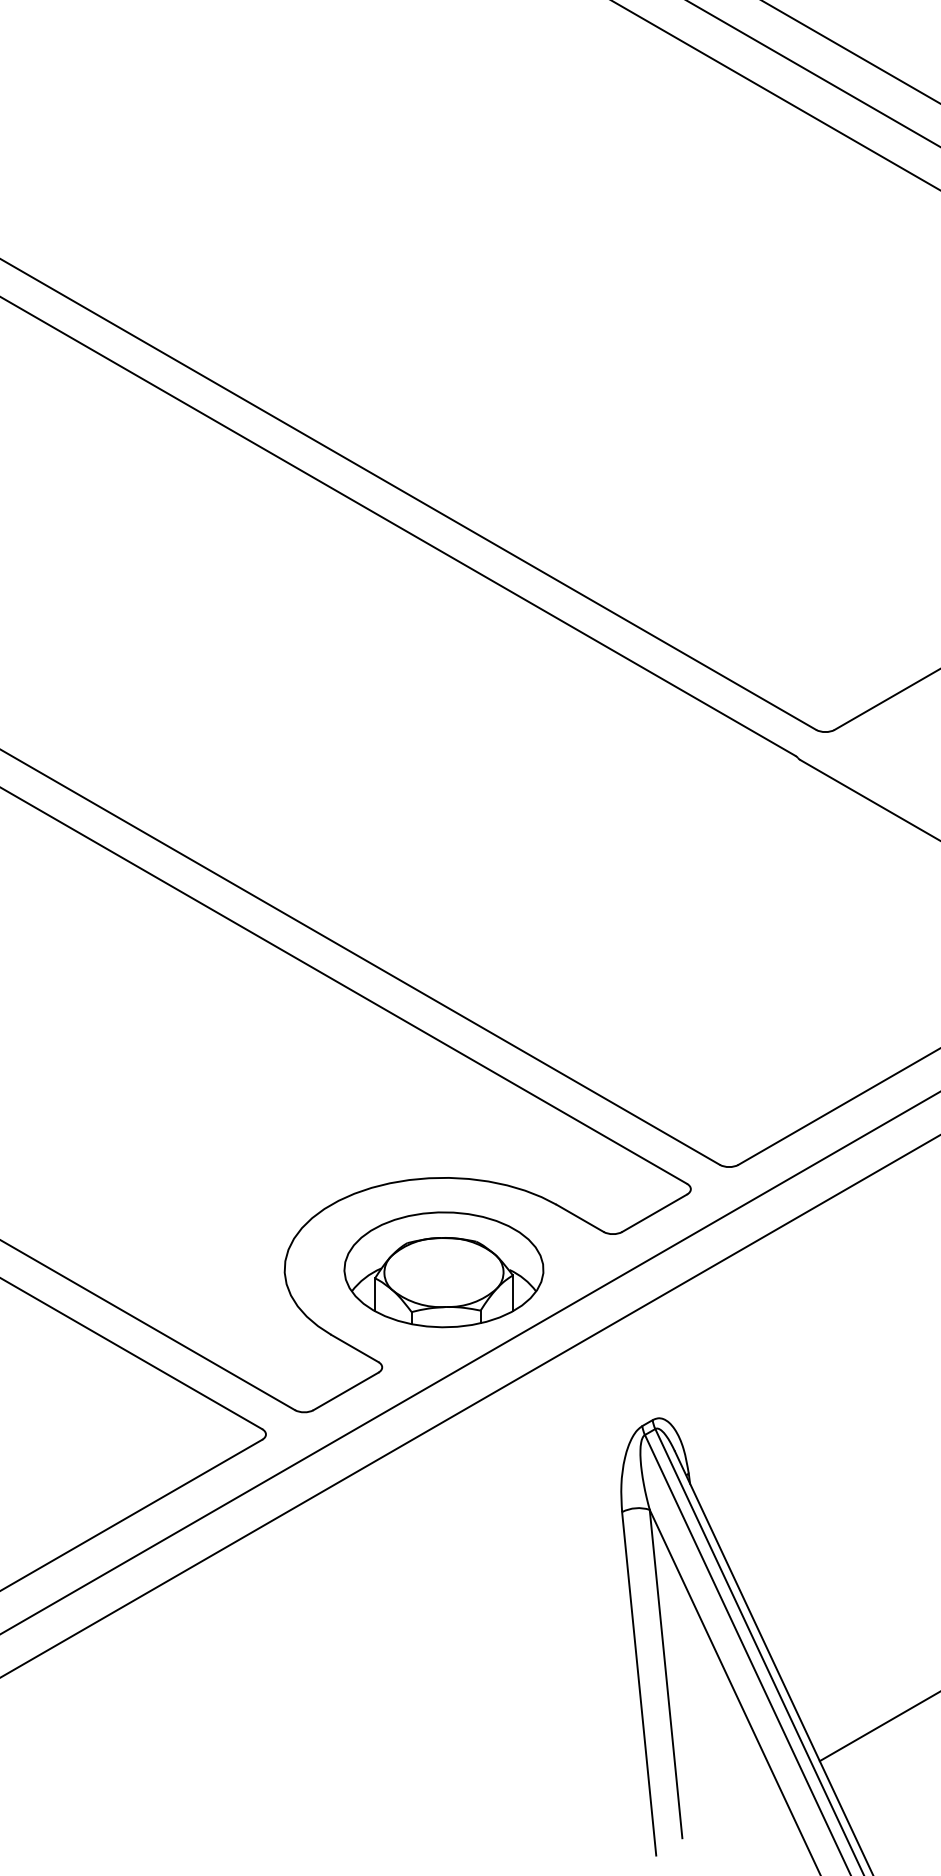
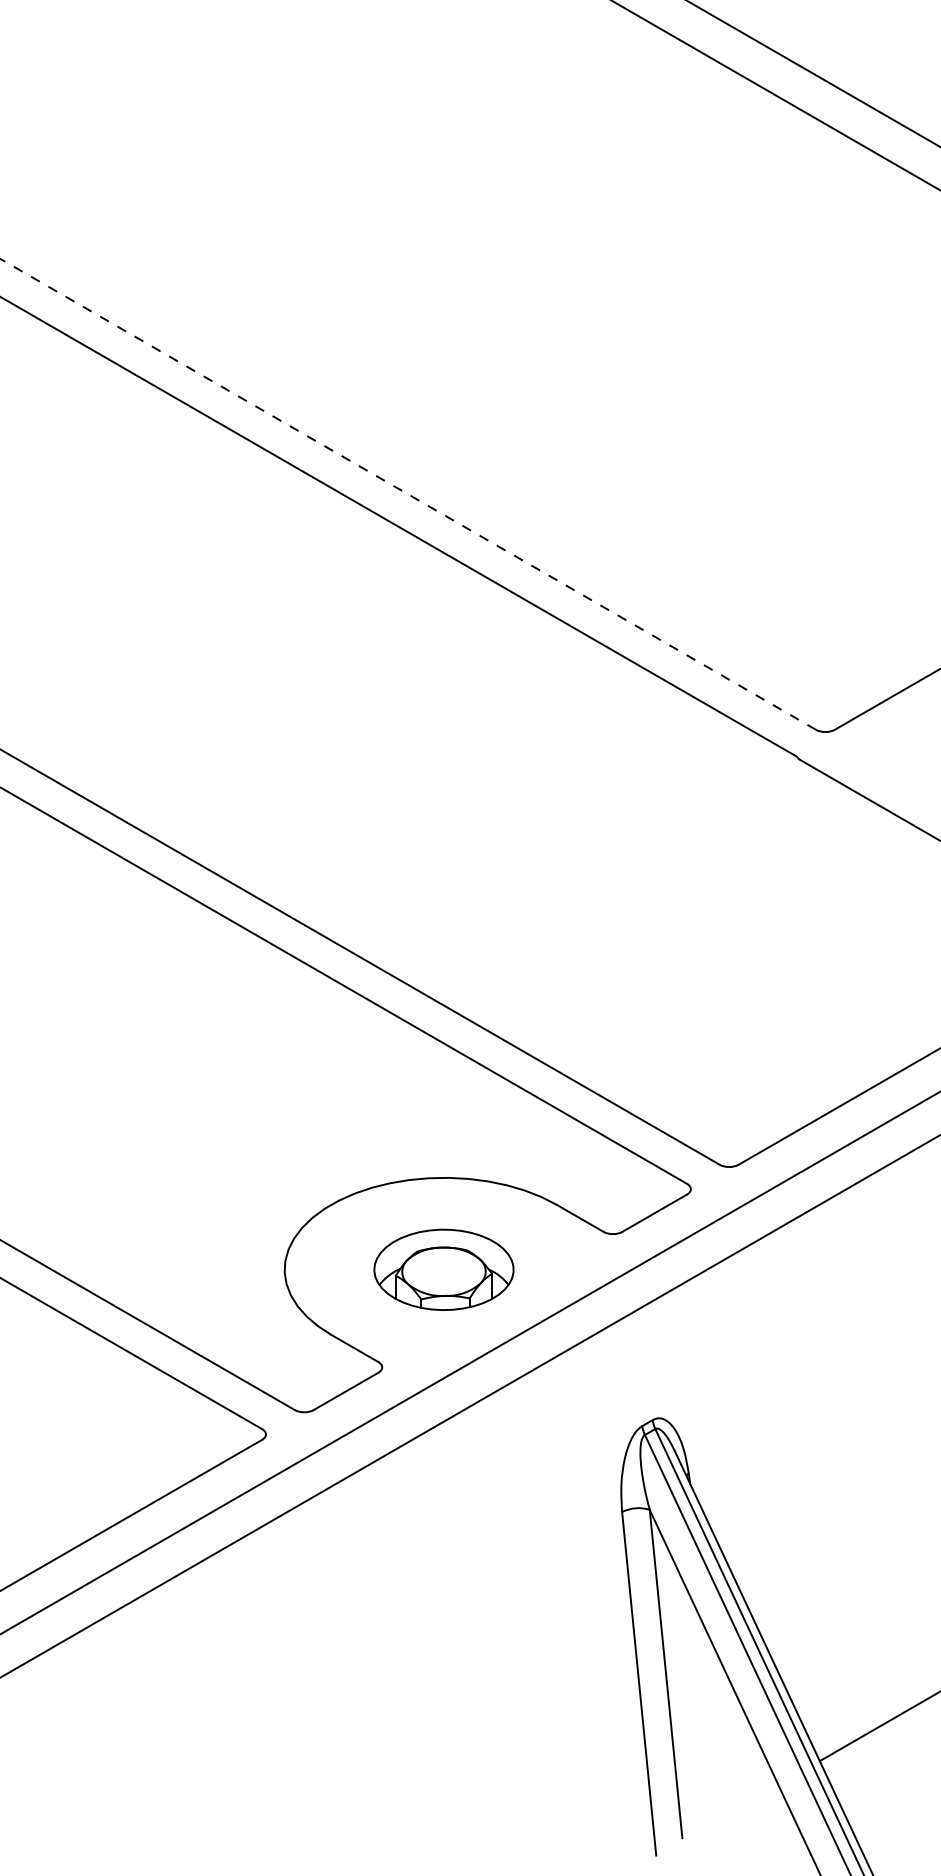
line at (850, 51): present -> none
line at (408, 494): solid -> dashed
part at (443, 1269) size: 202x118 px -> 142x83 px
